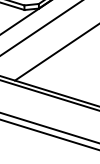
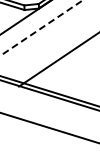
line at (41, 28): solid -> dashed
line at (55, 52) position: (55, 52) -> (57, 60)
line at (49, 134): present -> none
